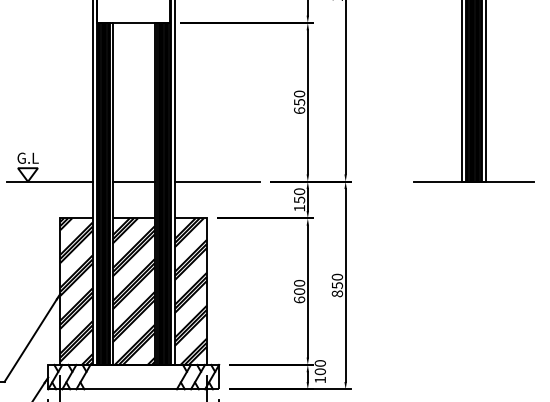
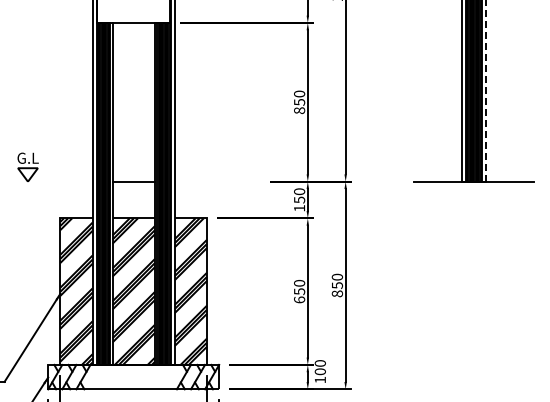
line at (486, 90): solid -> dashed
text at (299, 110): 650 -> 850
line at (49, 181): present -> none
line at (217, 181): present -> none
text at (299, 291): 600 -> 650
